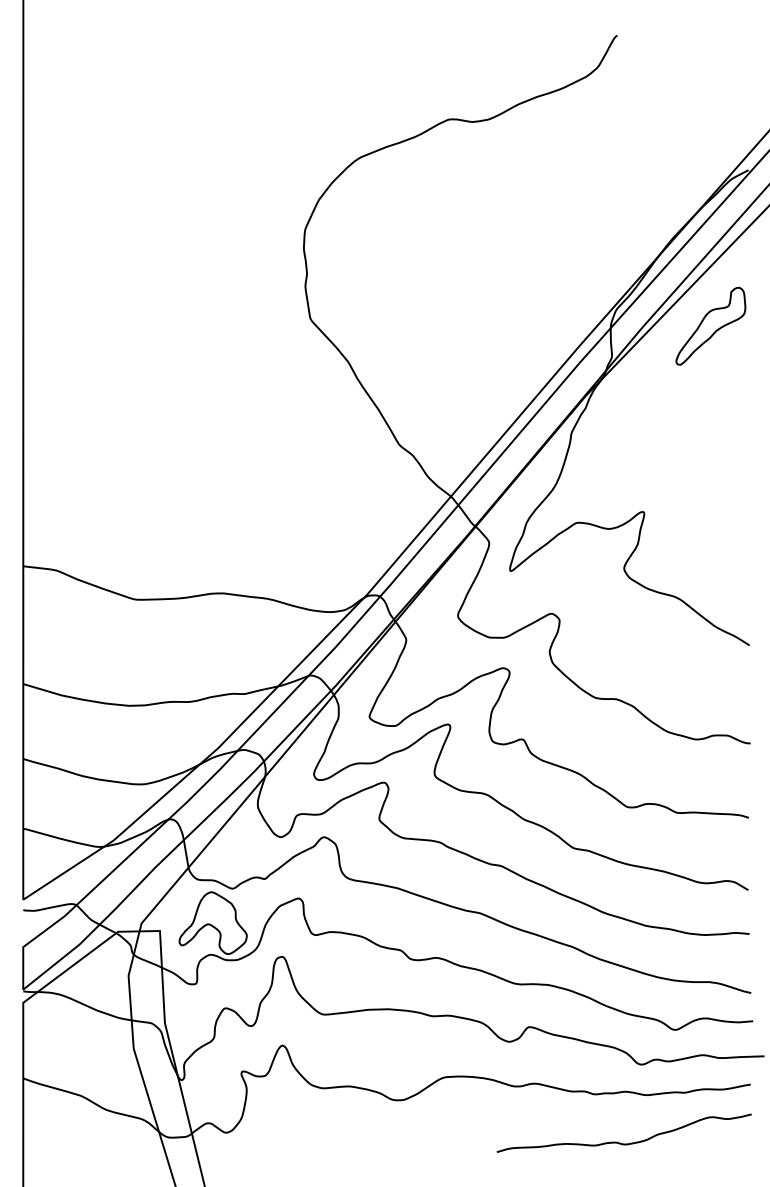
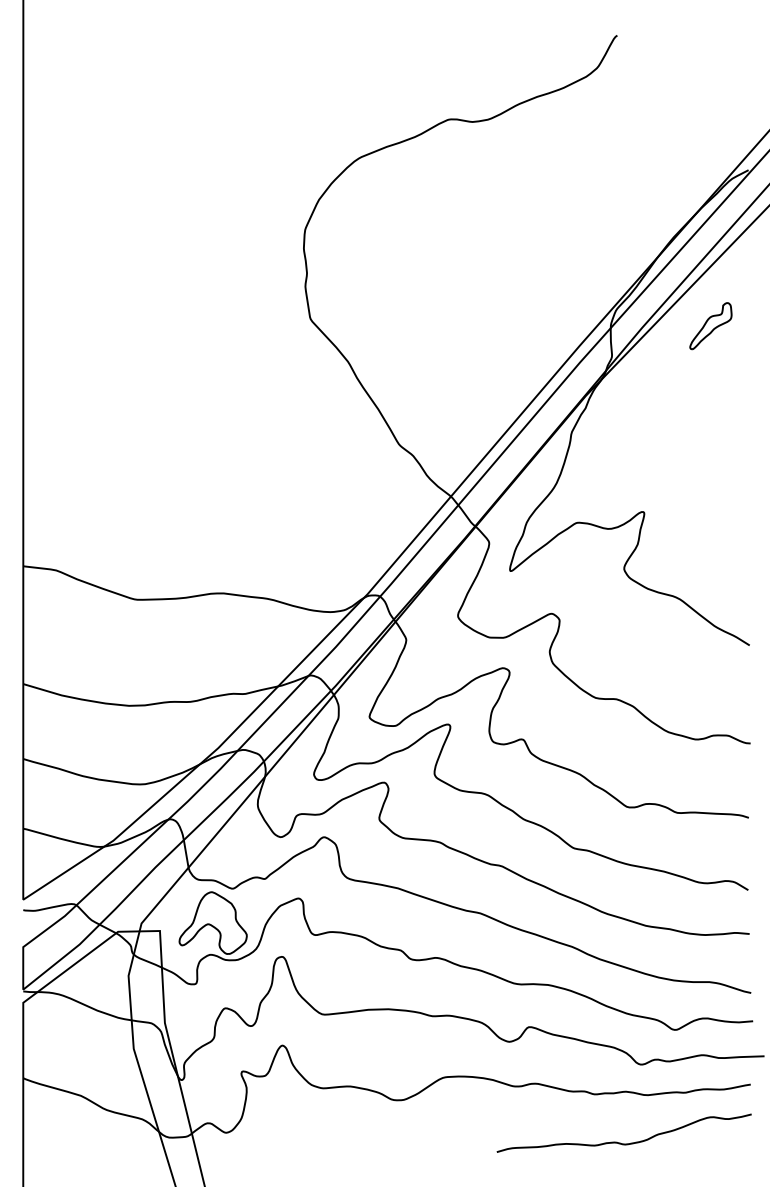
part at (710, 325) size: 72x80 px -> 44x49 px
